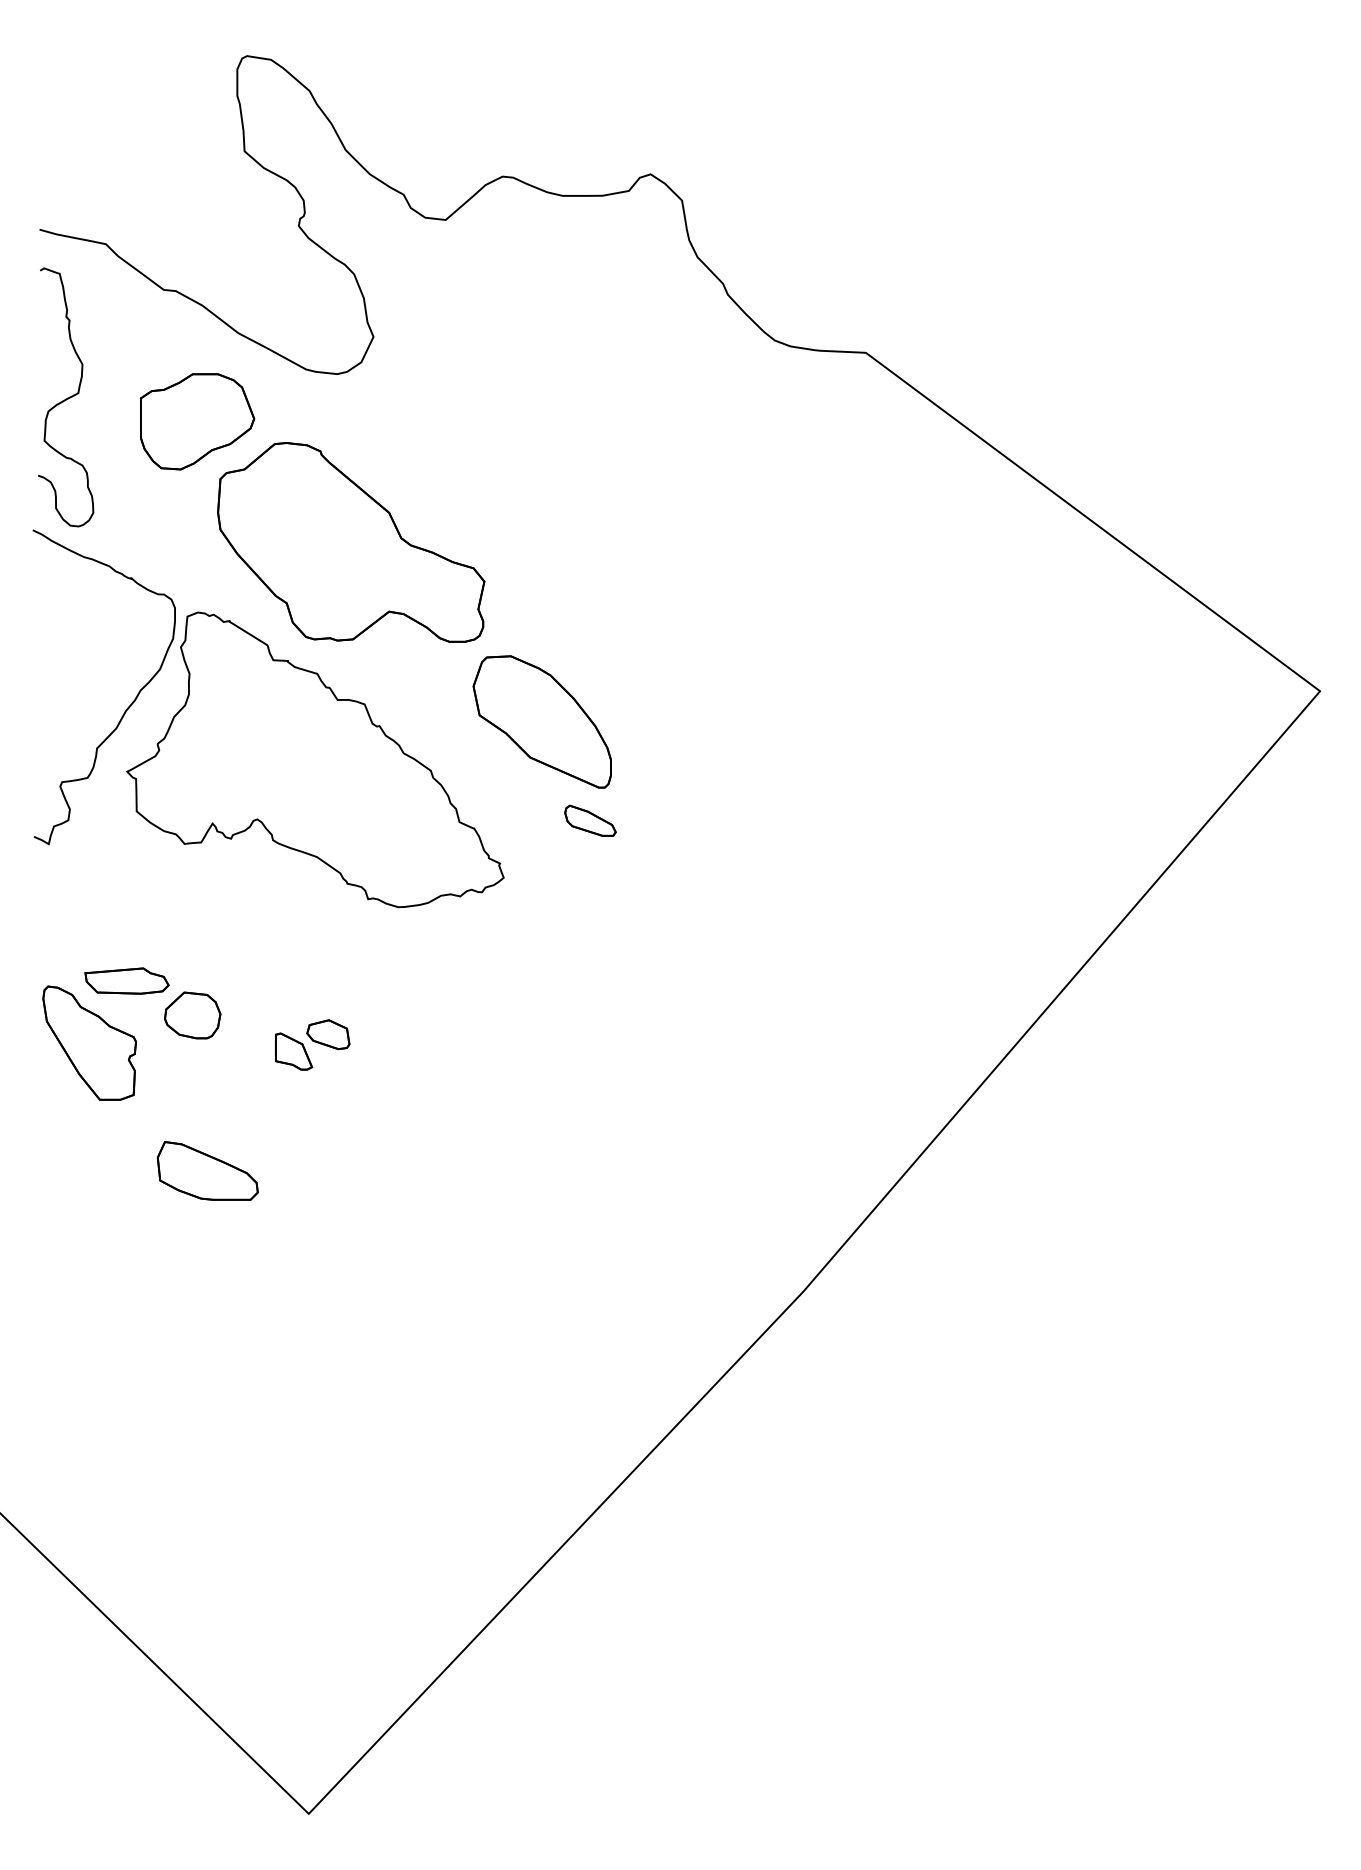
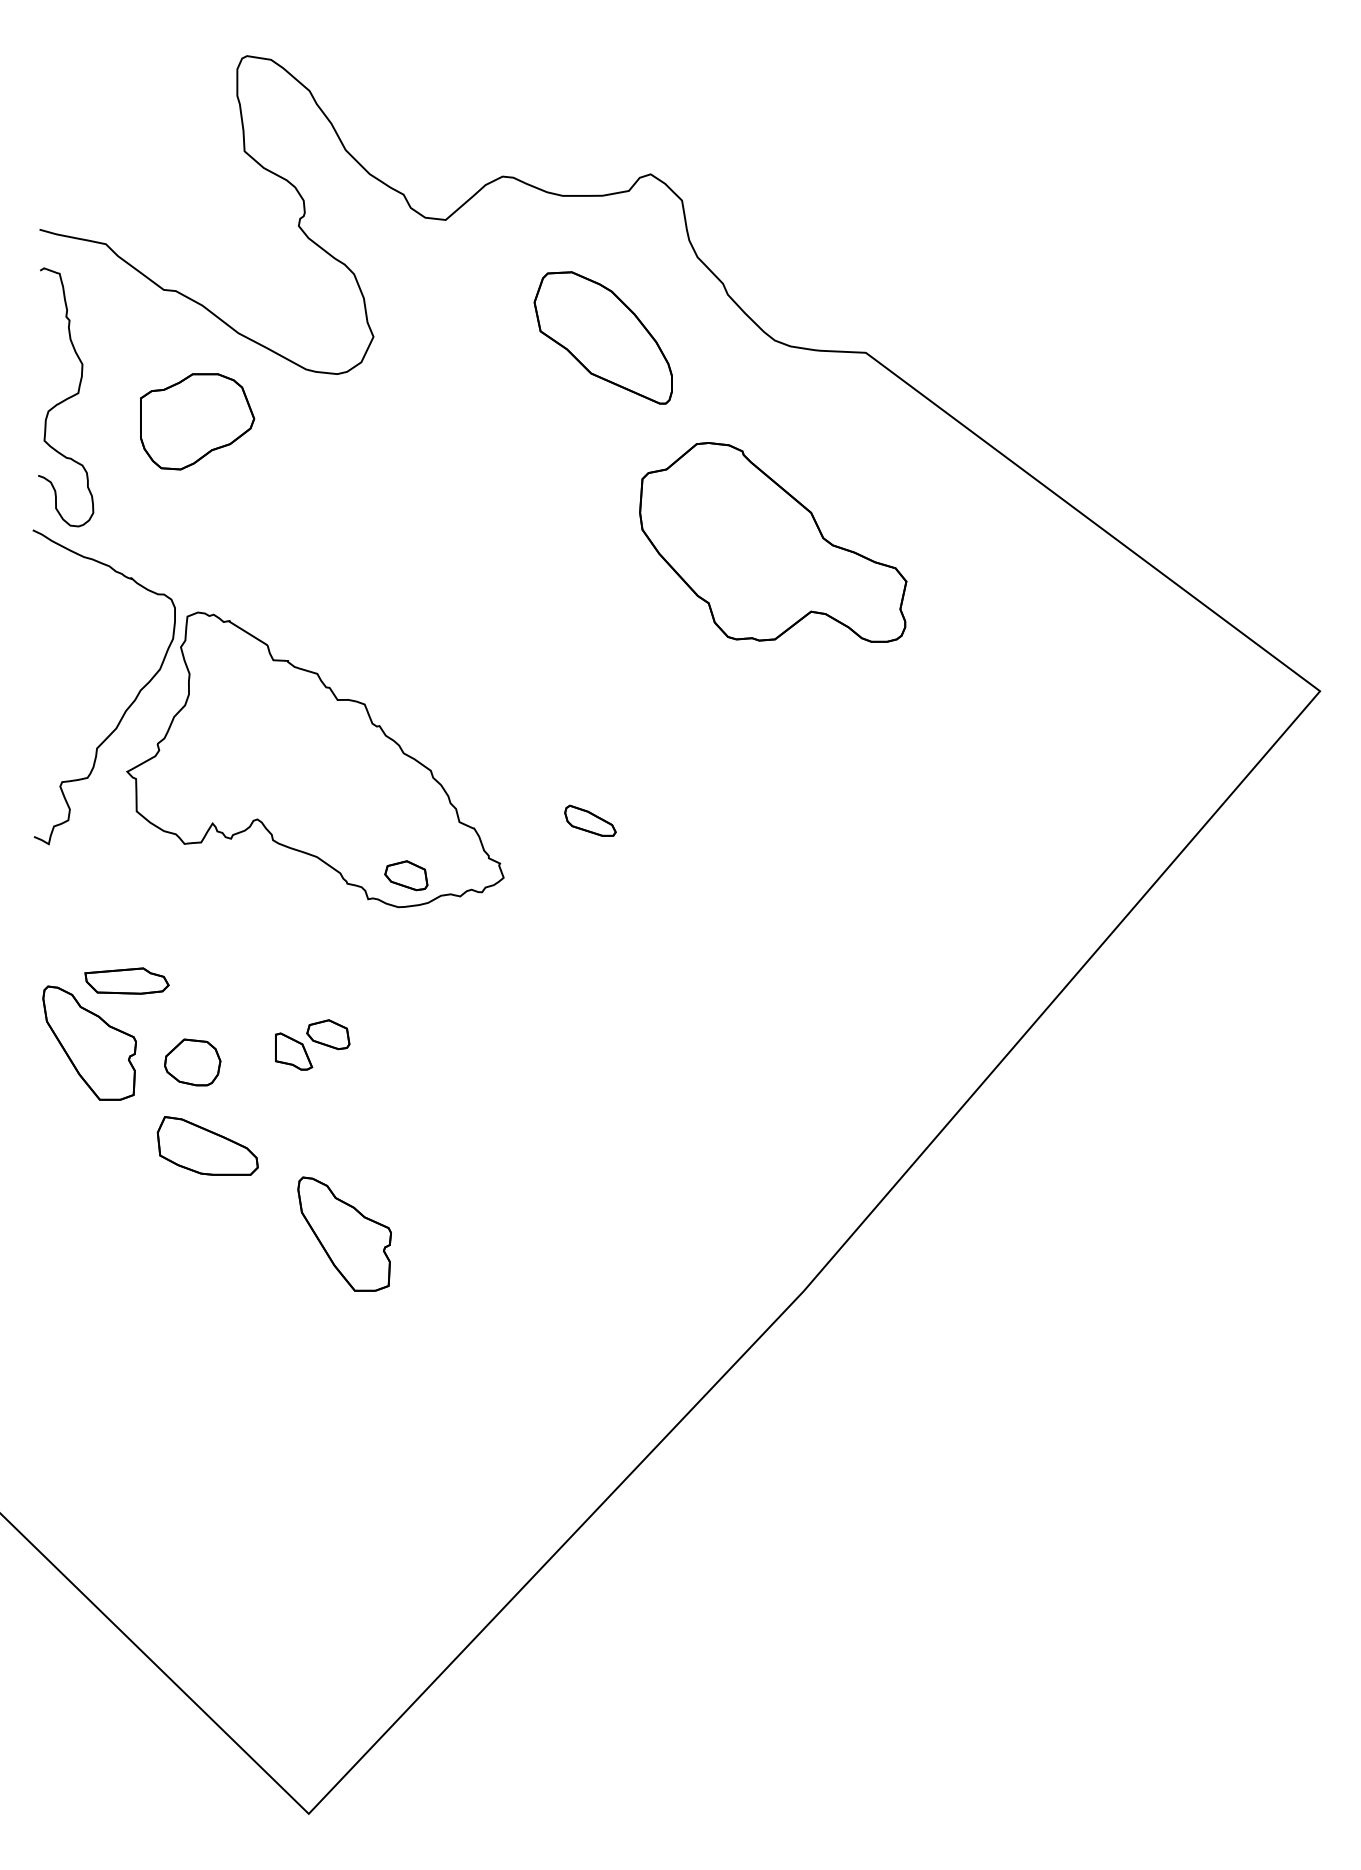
part at (351, 542) position: (351, 542) -> (773, 542)
part at (541, 721) position: (541, 721) -> (602, 337)
part at (406, 875): none -> present
part at (192, 1015) position: (192, 1015) -> (192, 1062)
part at (207, 1170) position: (207, 1170) -> (207, 1145)
part at (344, 1233): none -> present
